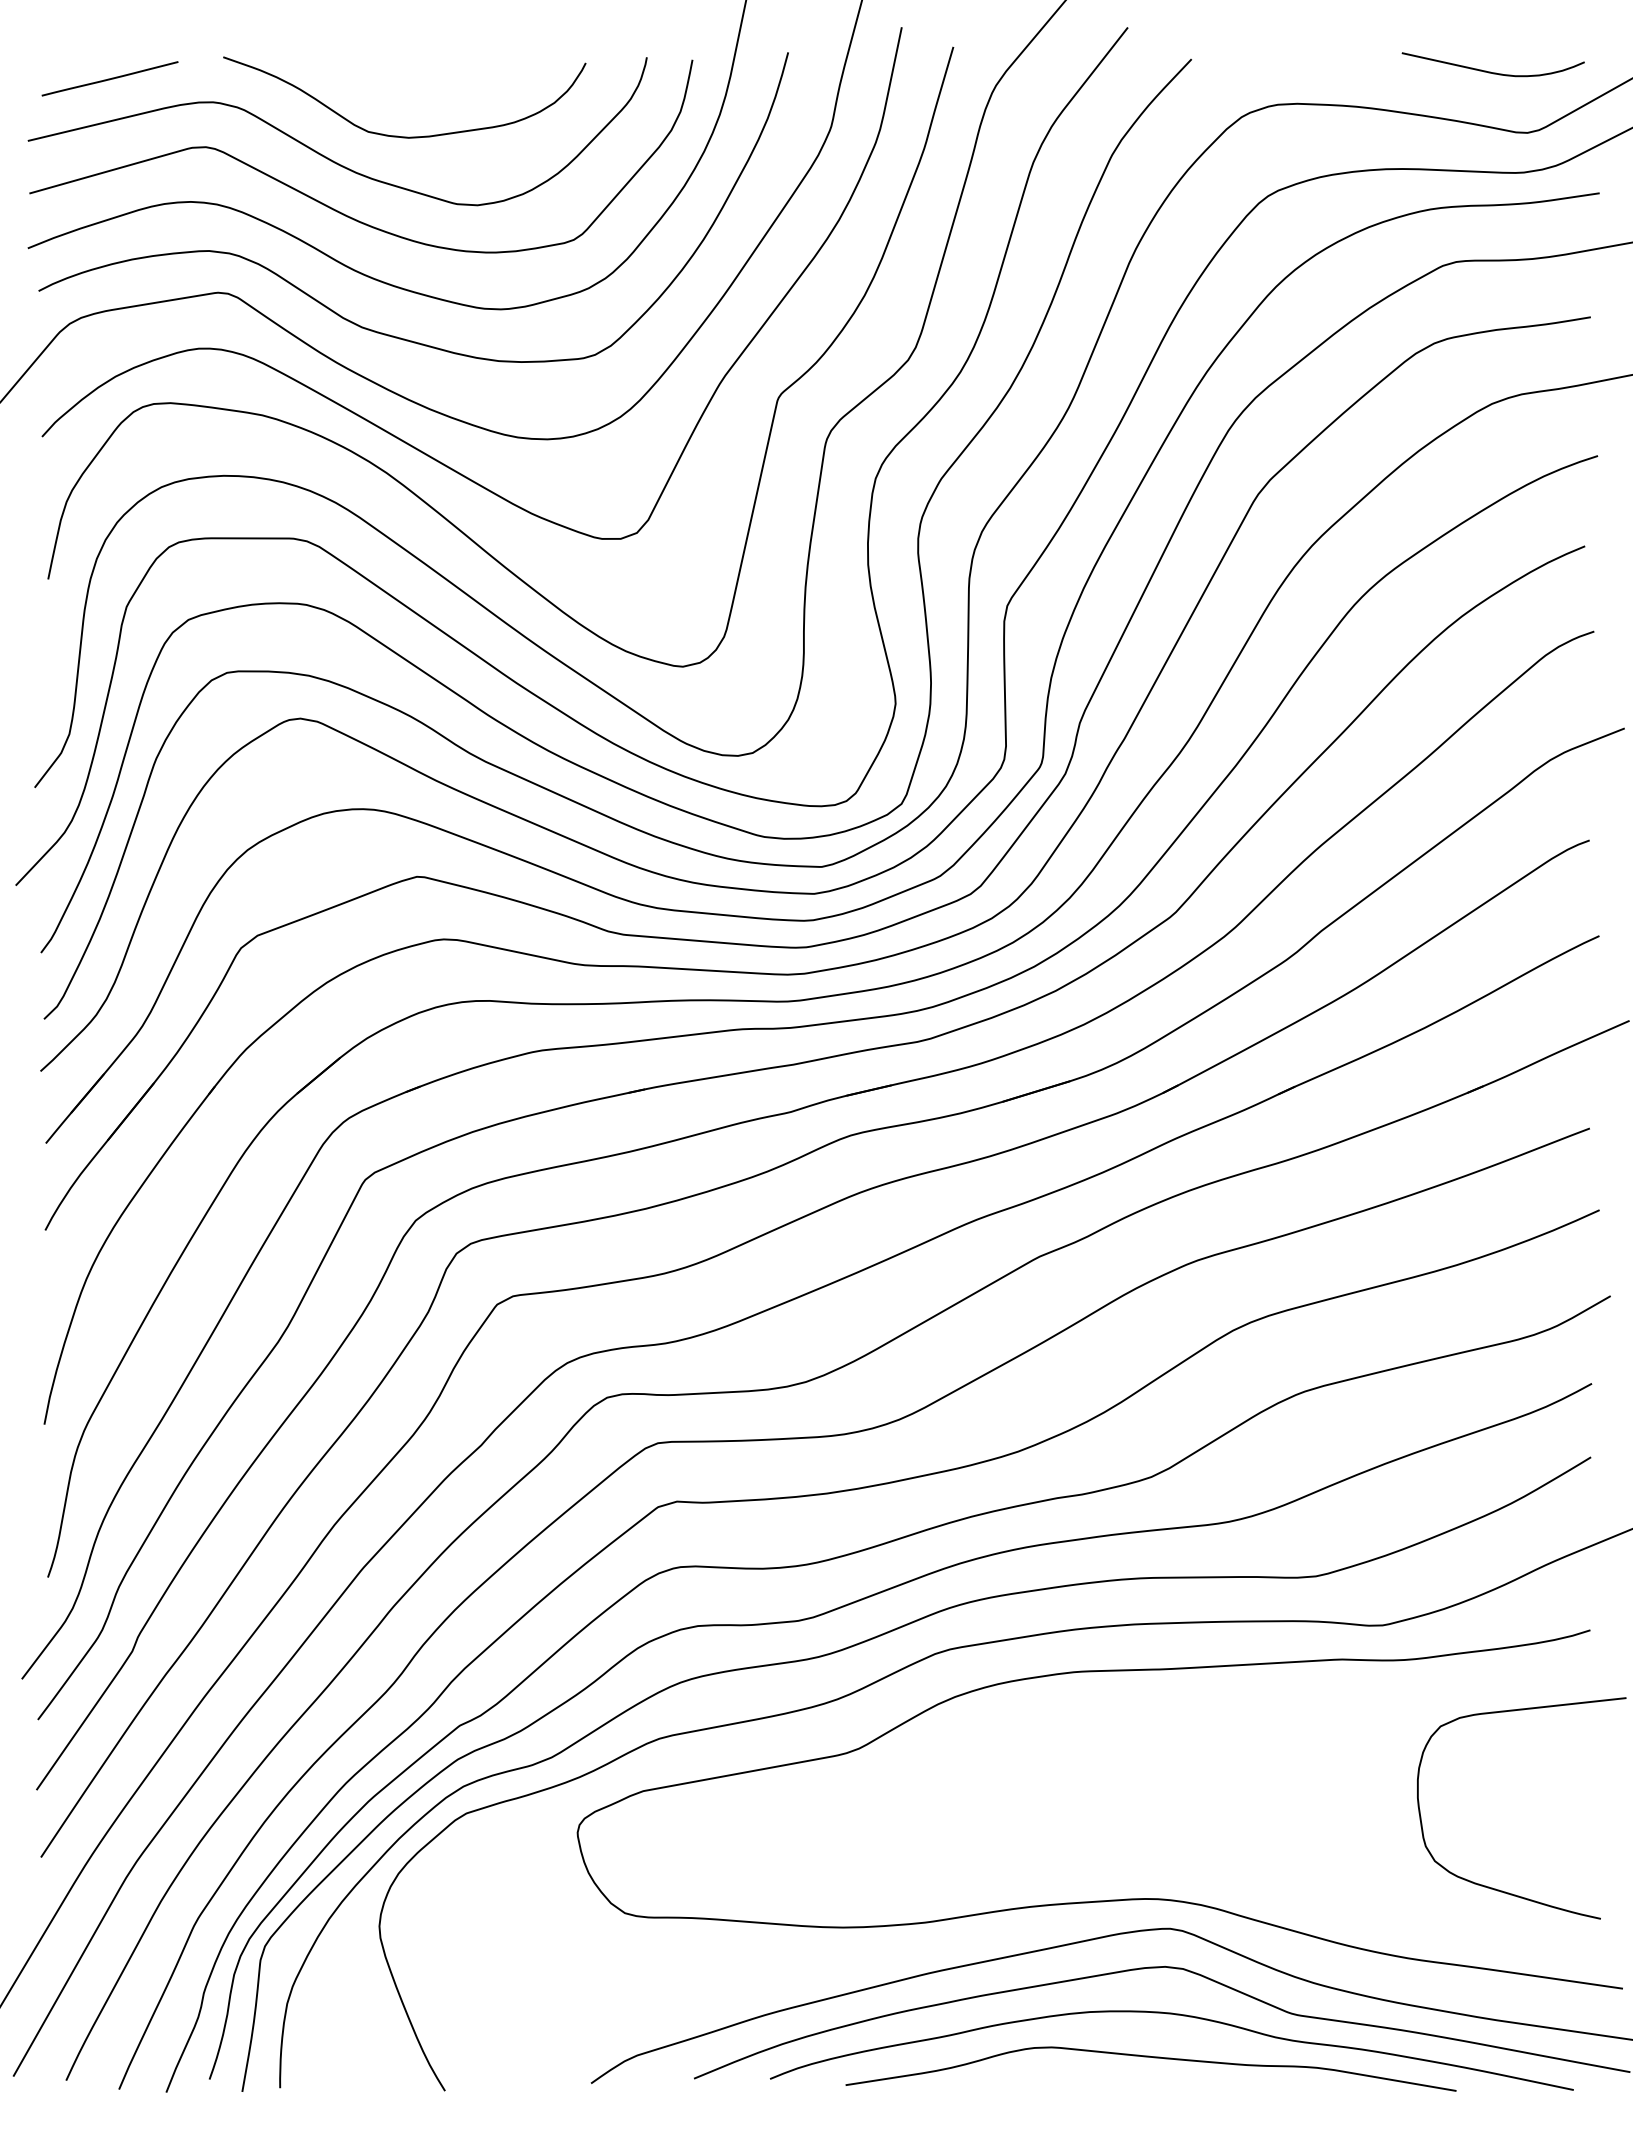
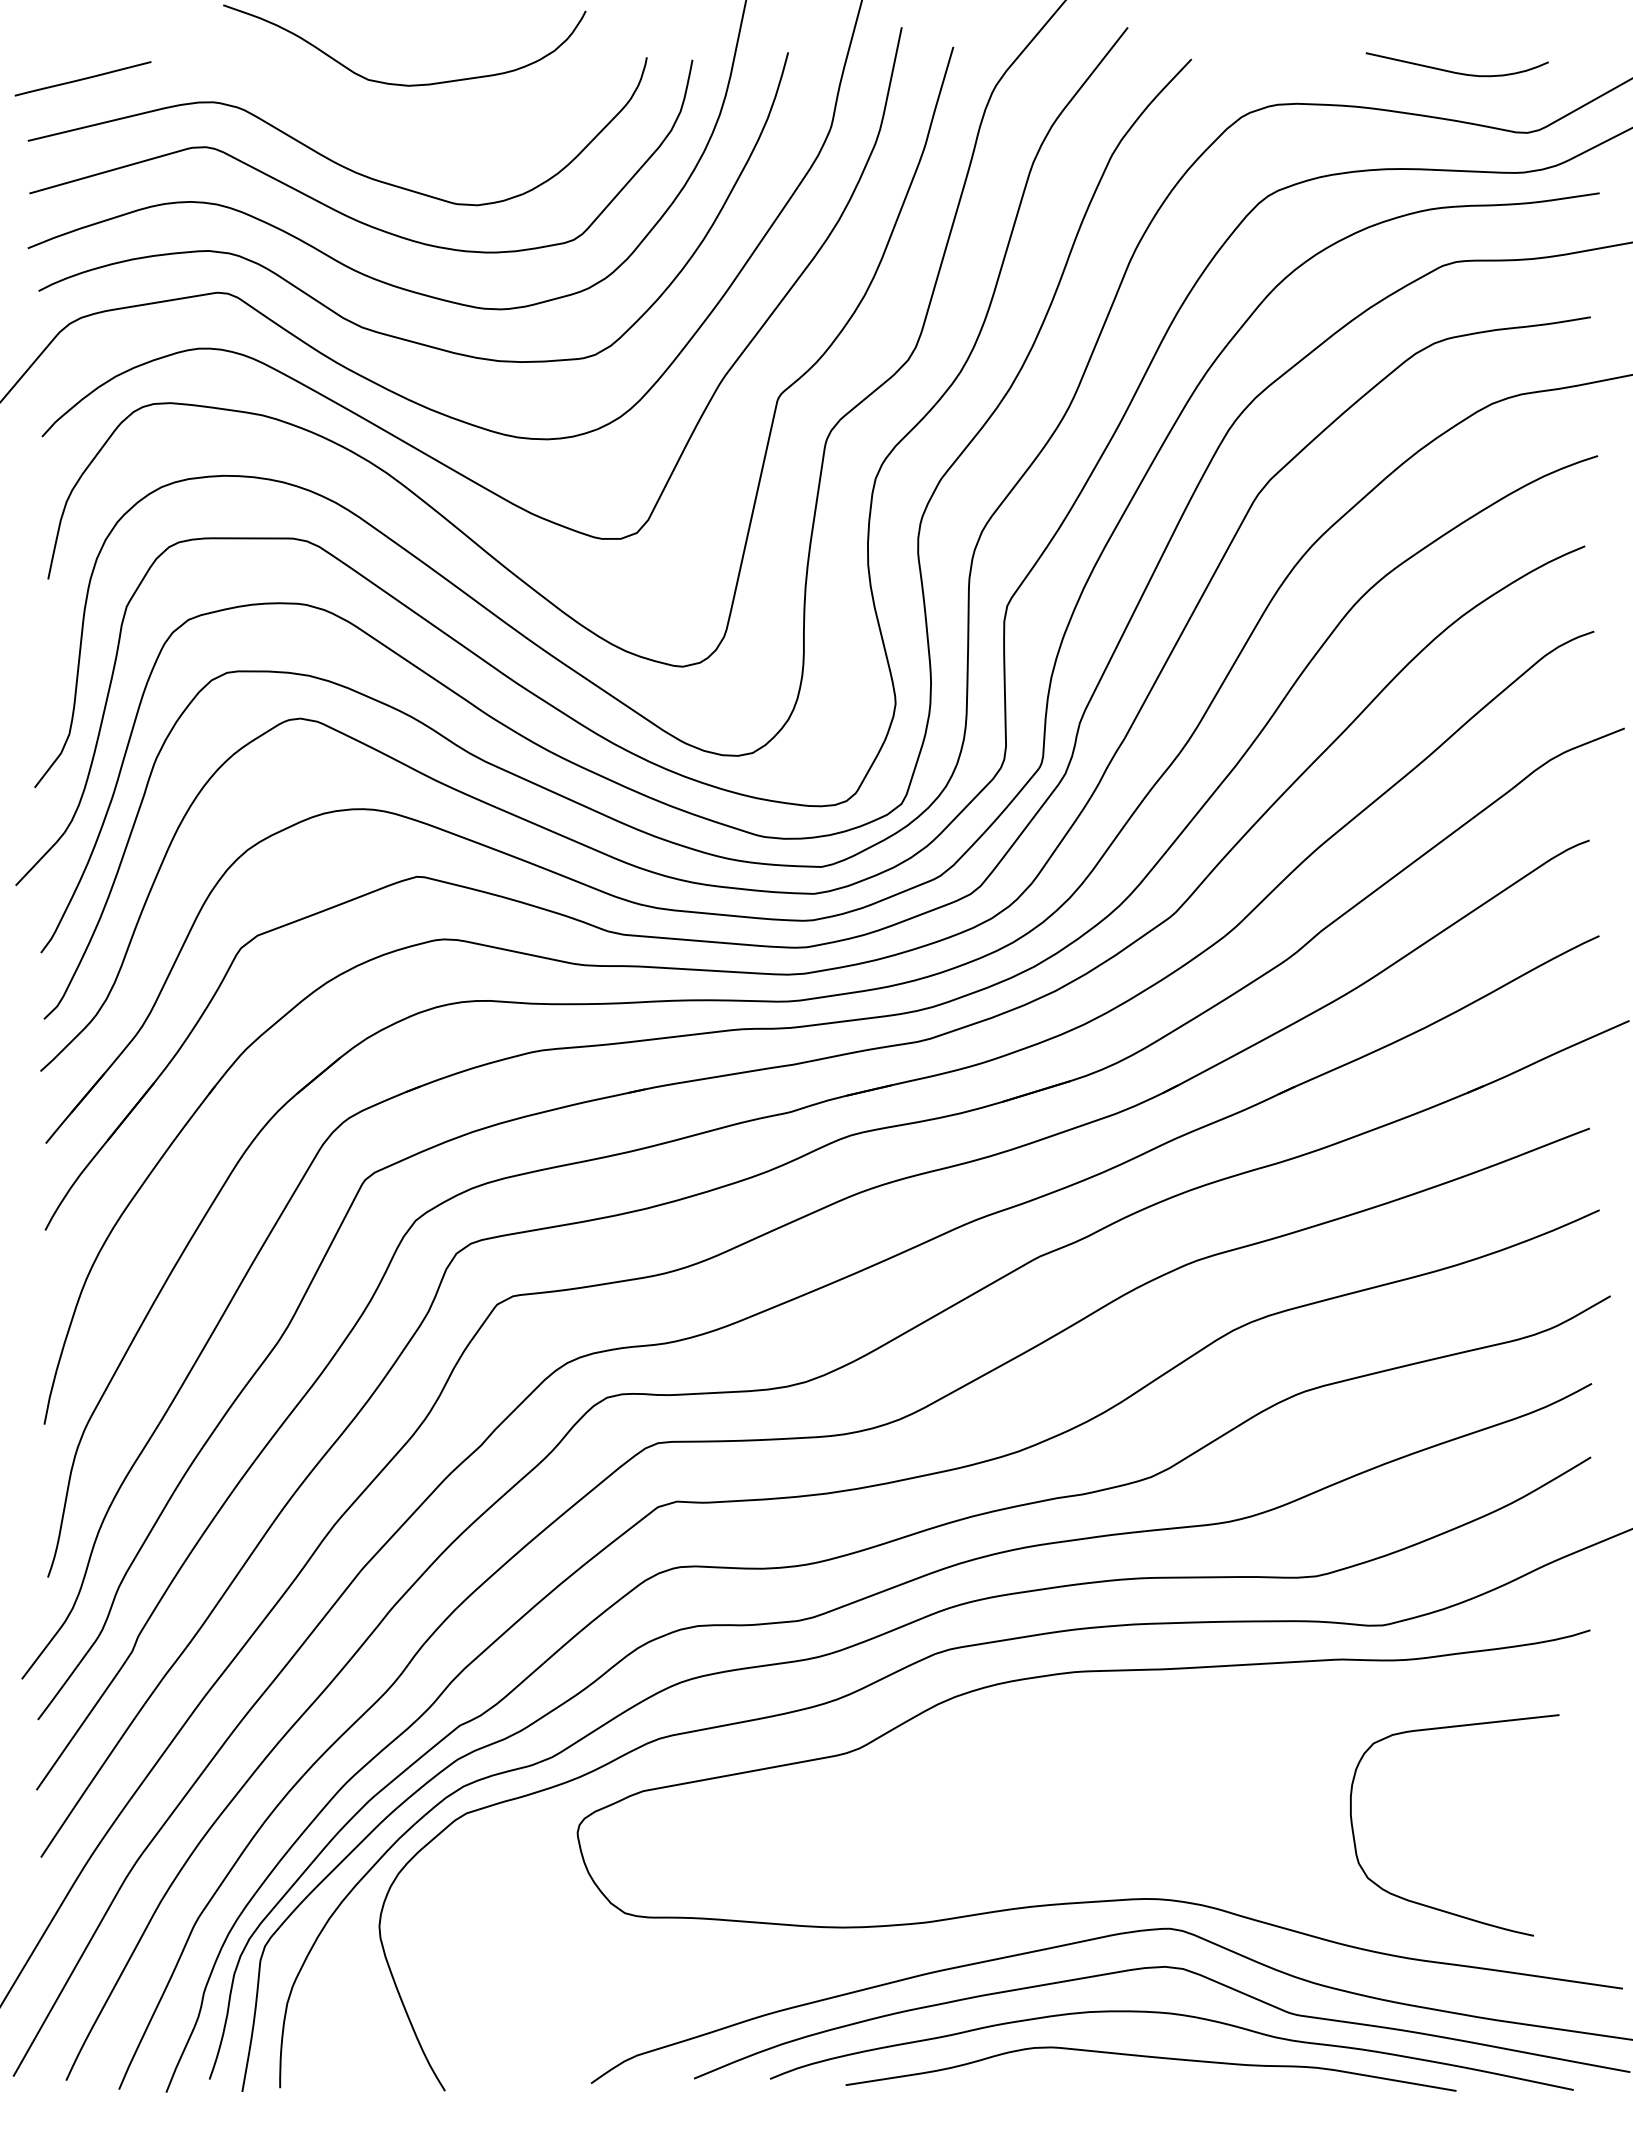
curve at (1490, 71) position: (1490, 71) -> (1454, 71)
line at (109, 78) position: (109, 78) -> (82, 78)
curve at (397, 135) position: (397, 135) -> (397, 83)
curve at (1499, 1889) position: (1499, 1889) -> (1432, 1906)
